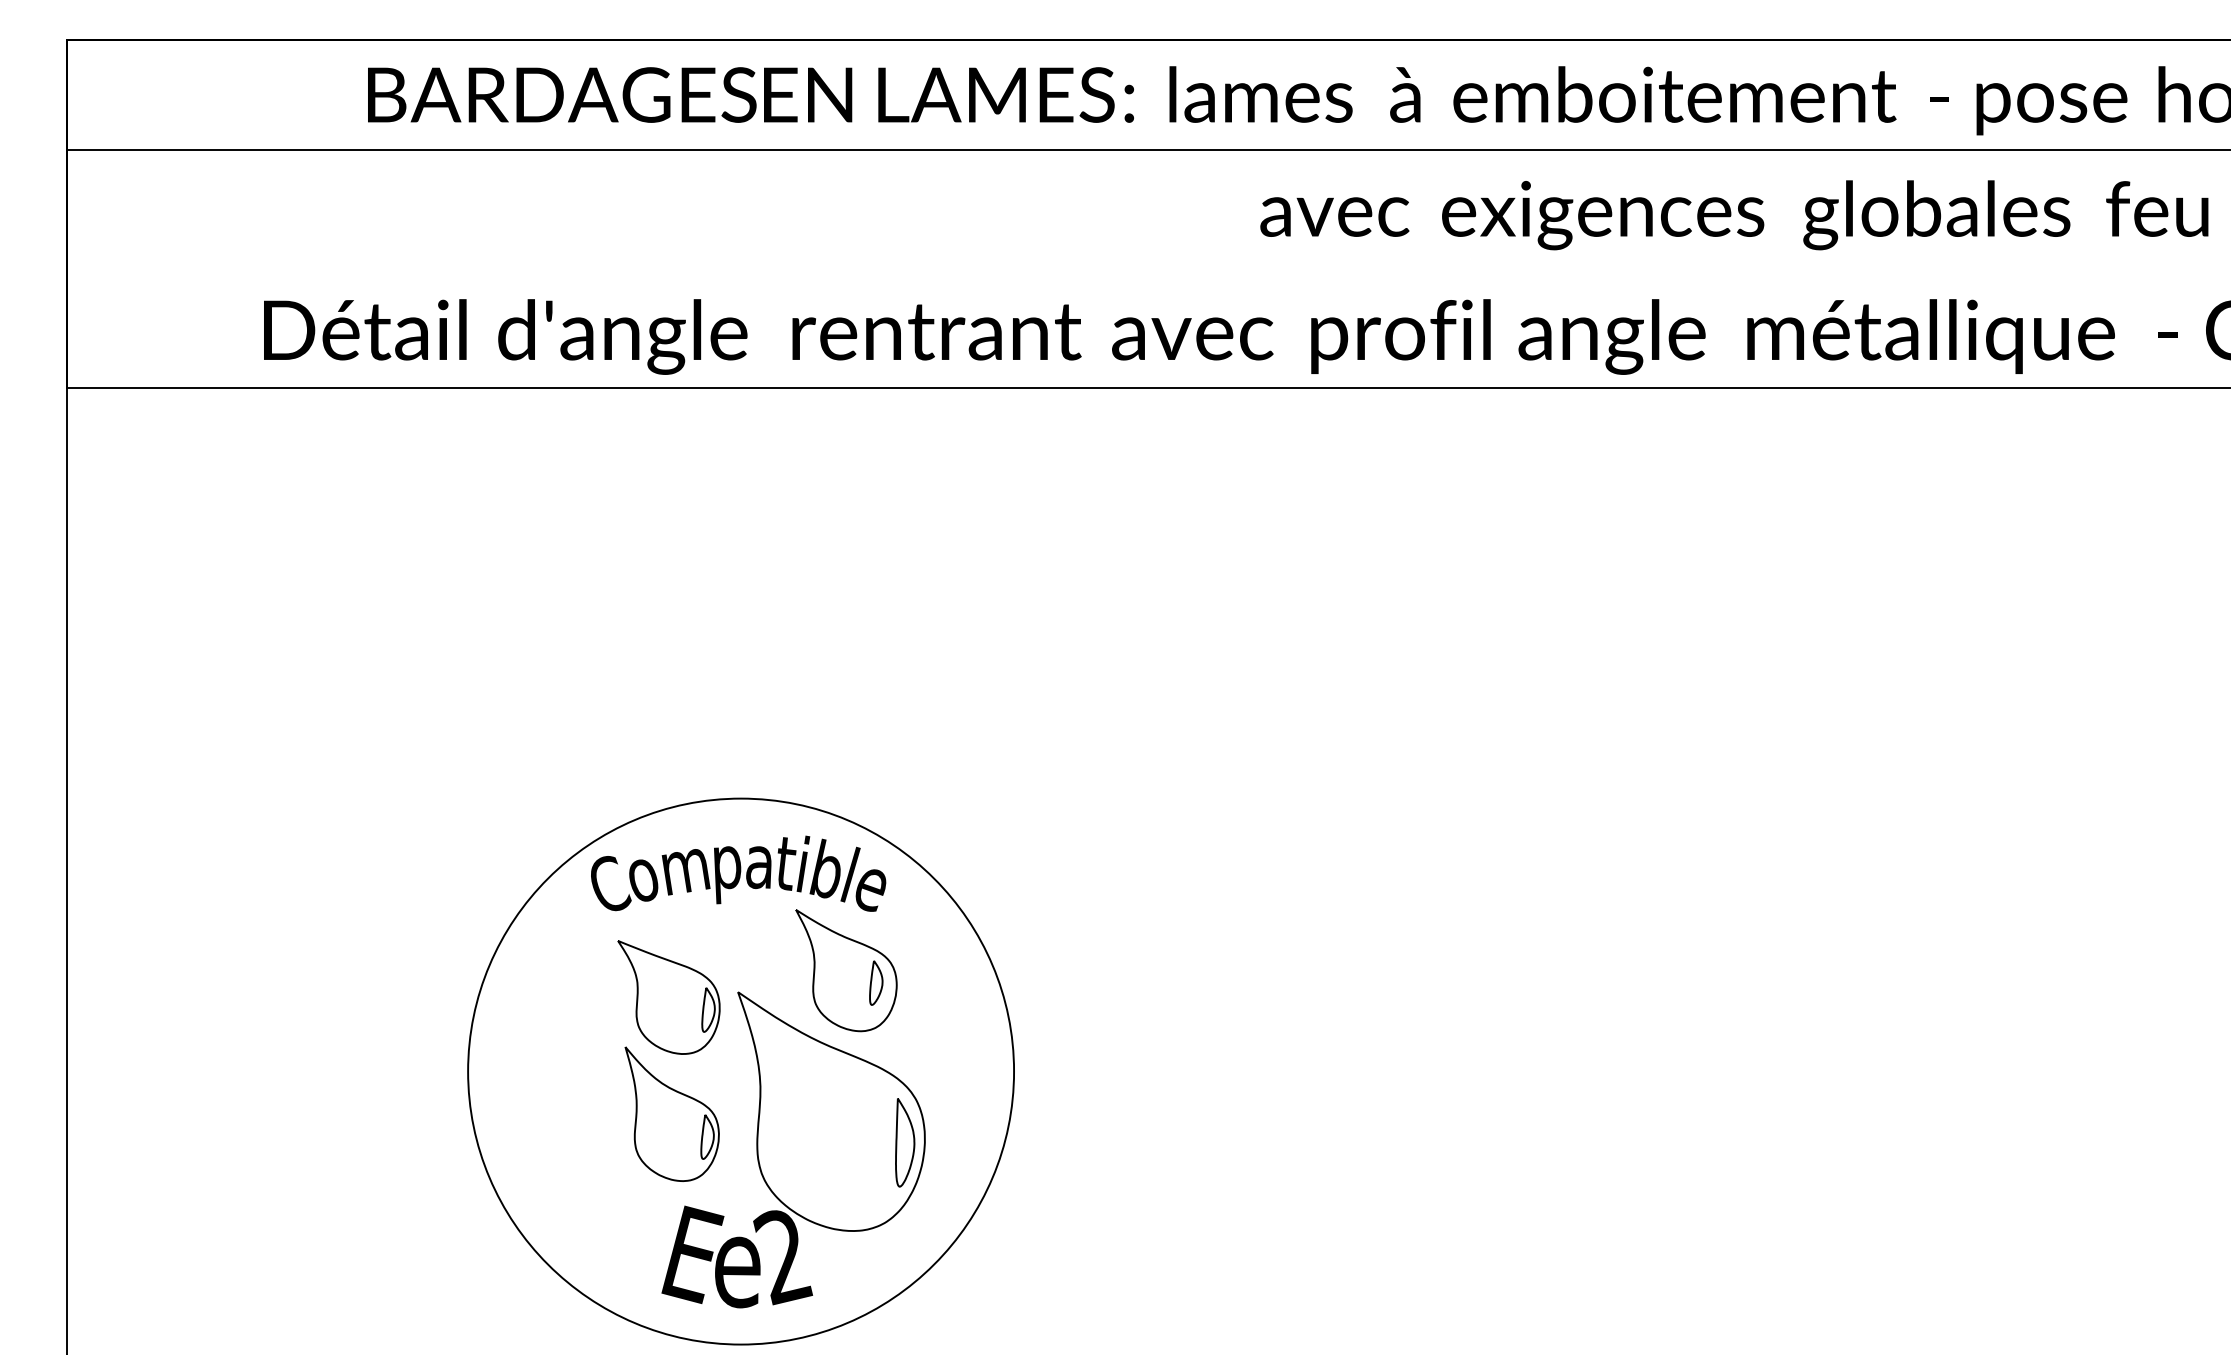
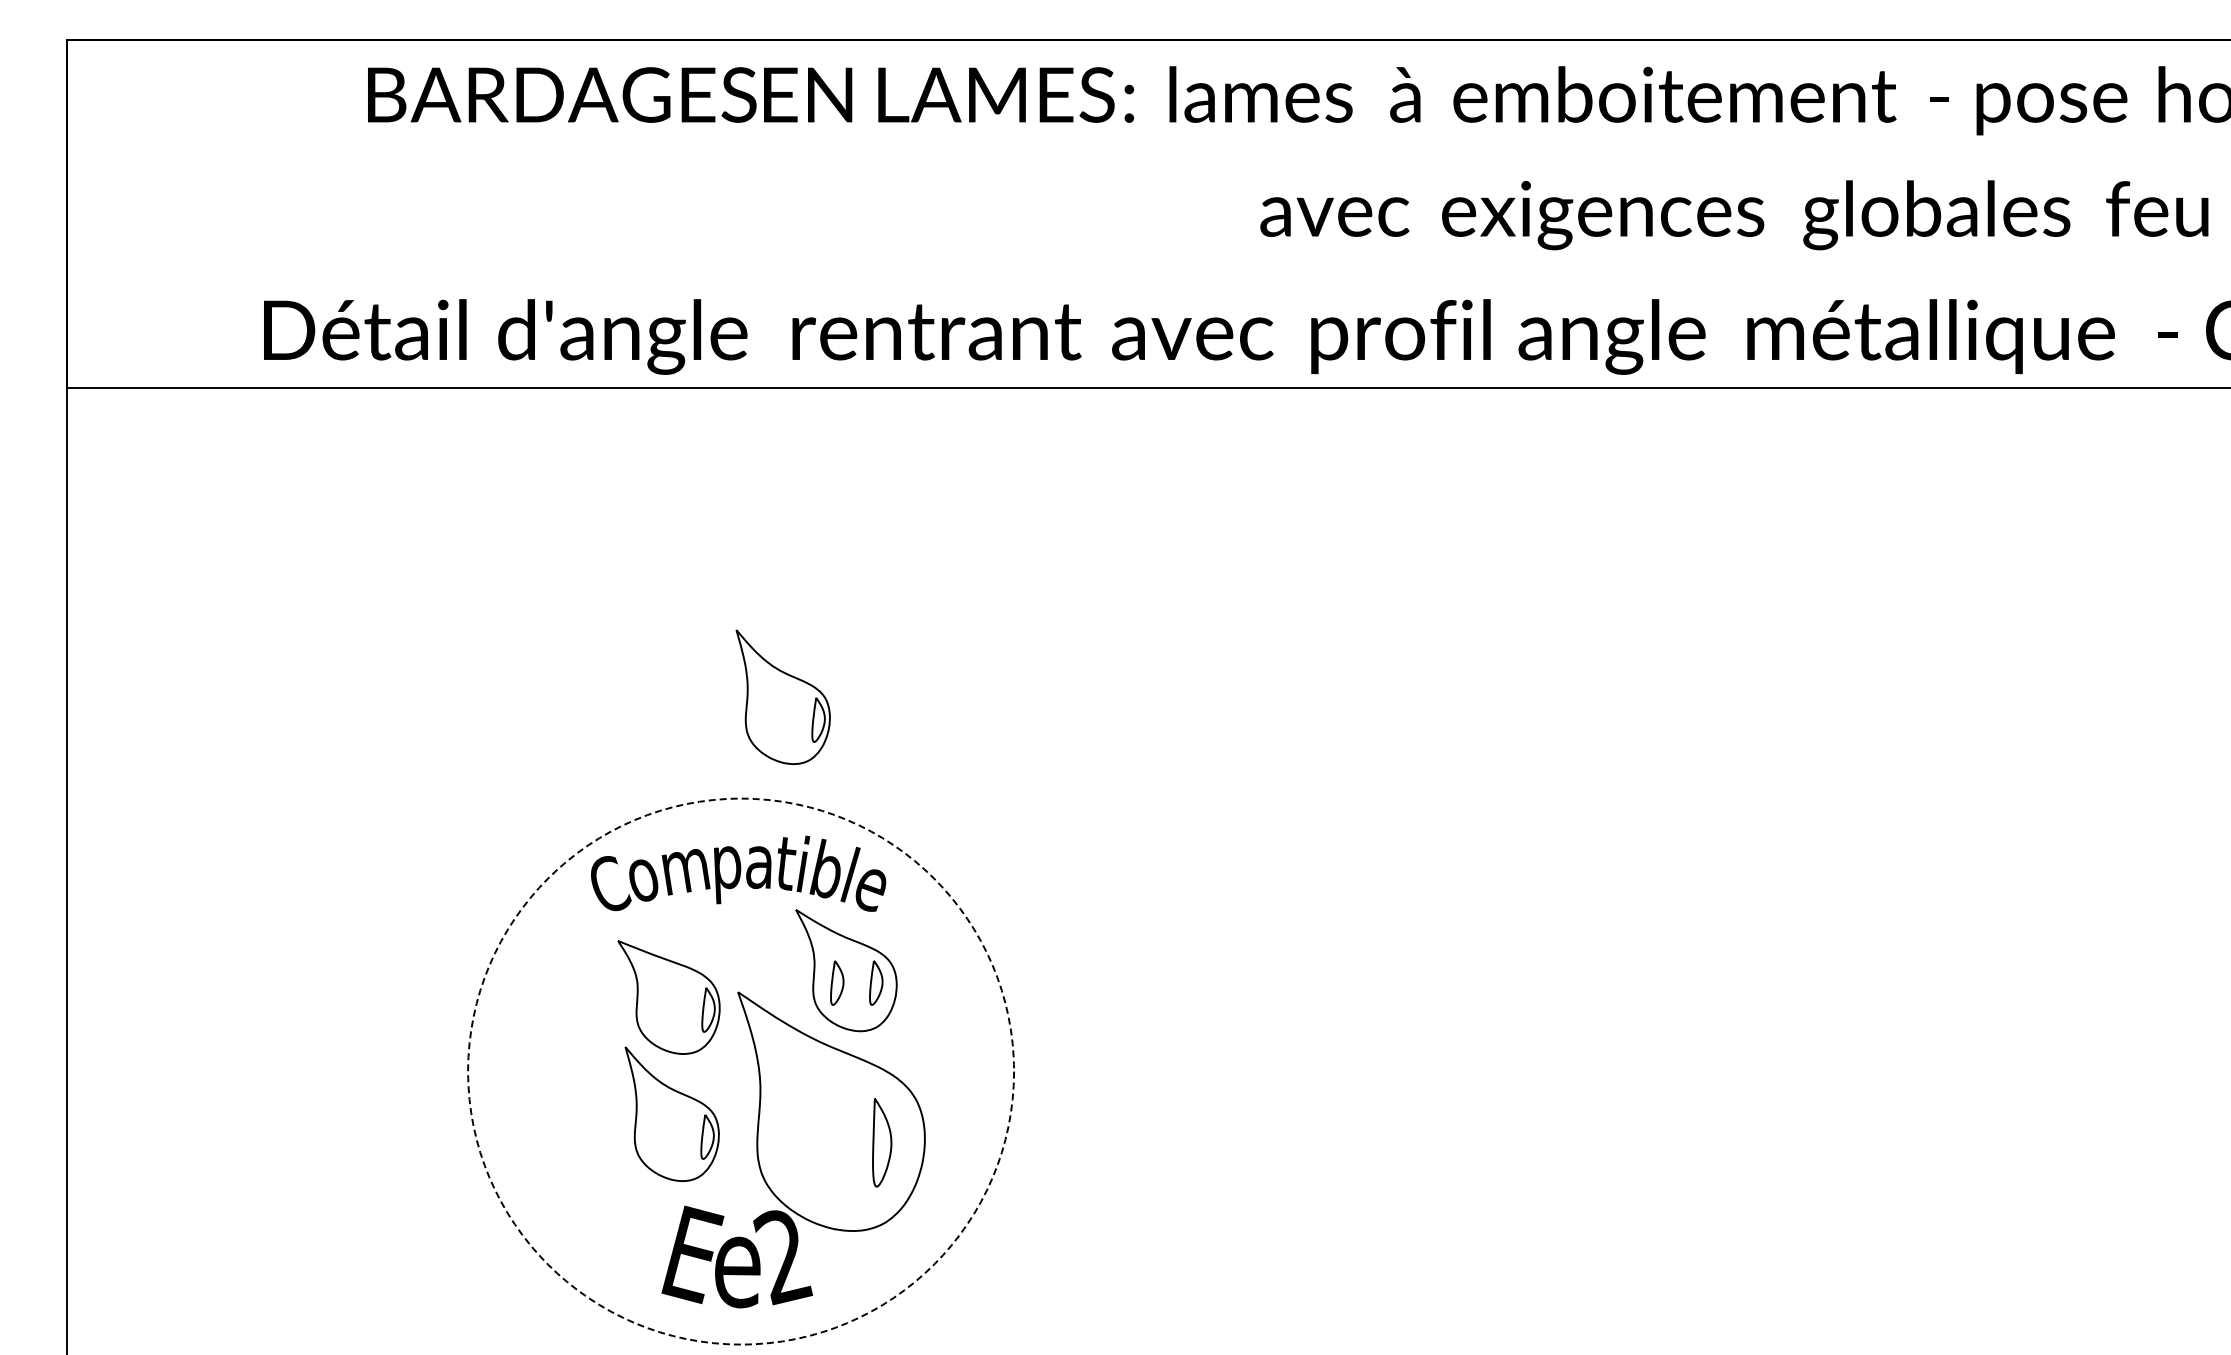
line at (1146, 149): present -> none
part at (782, 696): none -> present
part at (837, 982): none -> present
circle at (741, 1071): solid -> dashed
part at (905, 1142) position: (905, 1142) -> (882, 1142)
